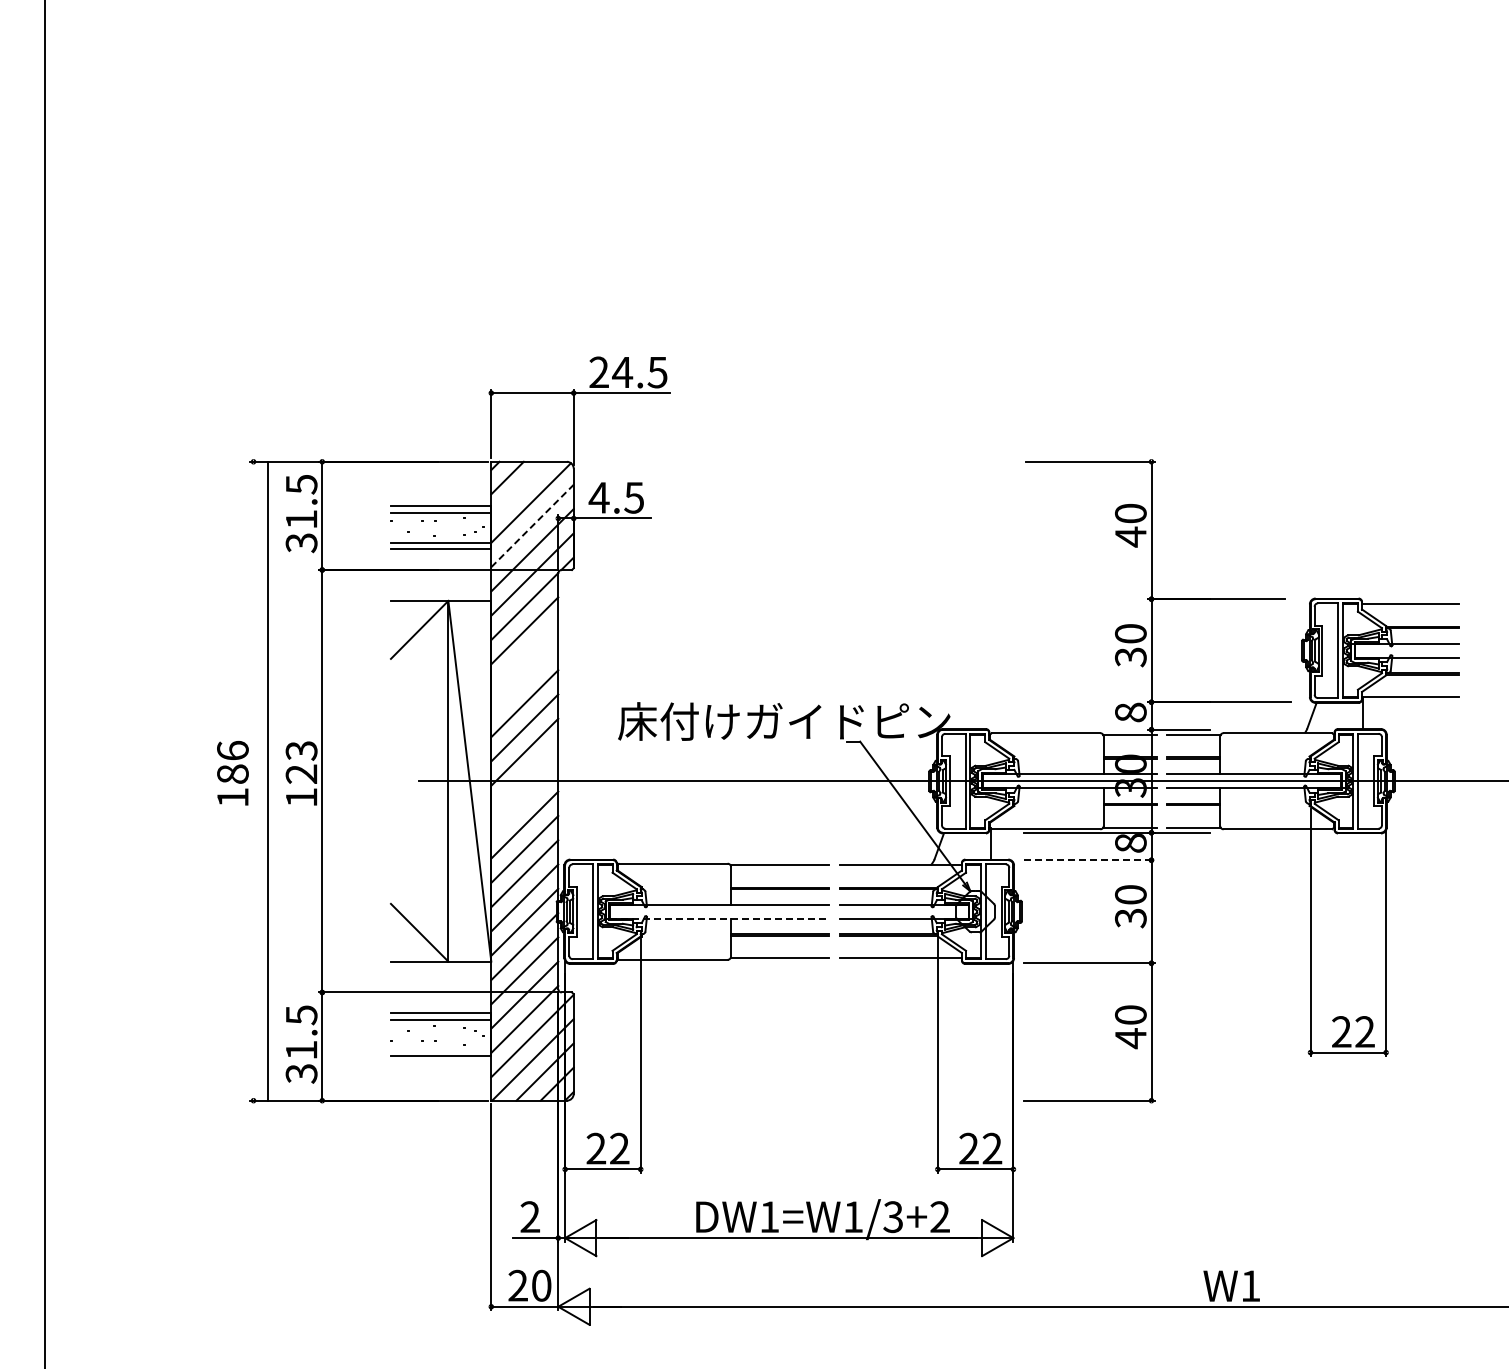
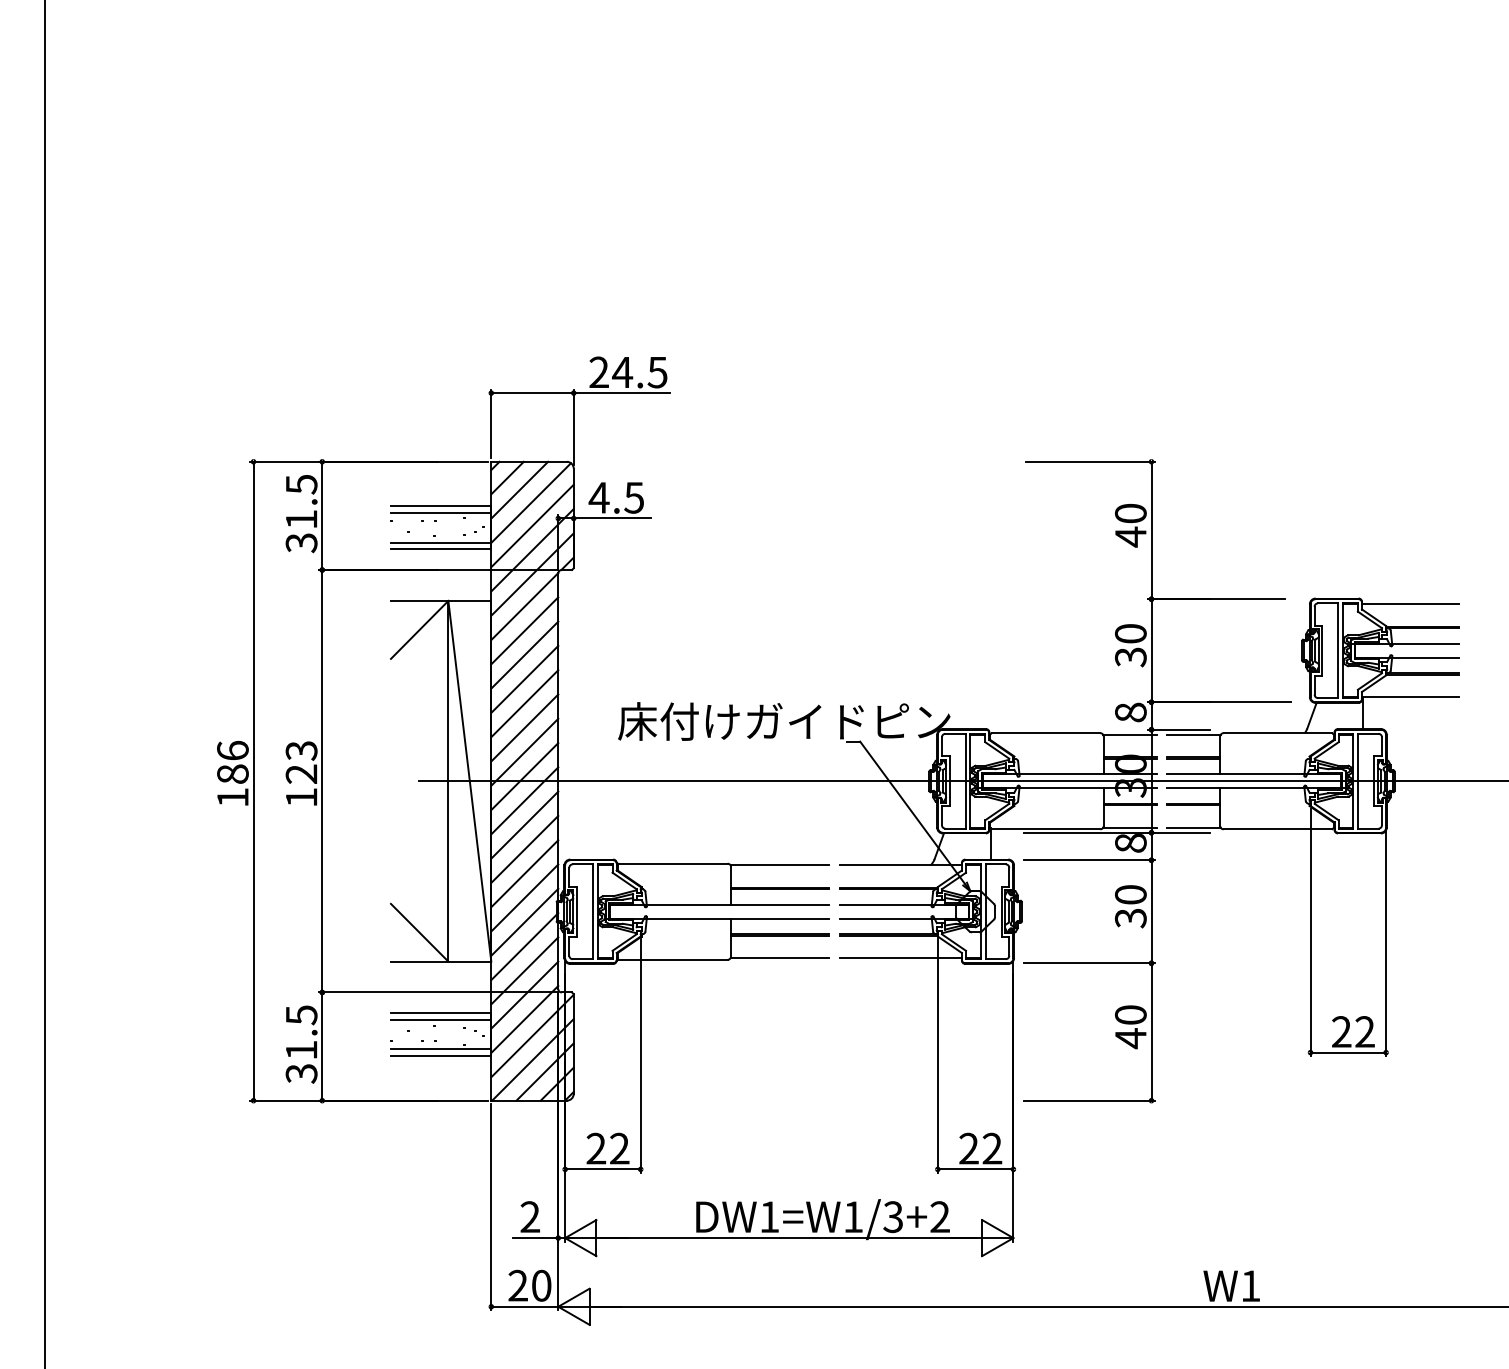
line at (519, 489): none -> present
line at (532, 525): dashed -> solid
line at (524, 654): none -> present
line at (524, 678): none -> present
line at (524, 776): none -> present
line at (267, 780) position: (267, 780) -> (253, 780)
line at (524, 800): none -> present
line at (1090, 860): dashed -> solid
line at (719, 918): dashed -> solid
line at (440, 1049): none -> present
